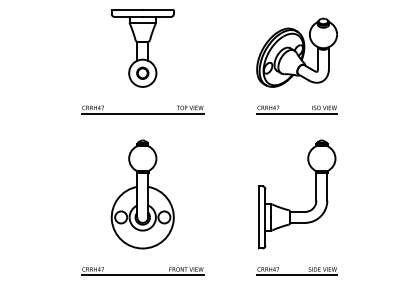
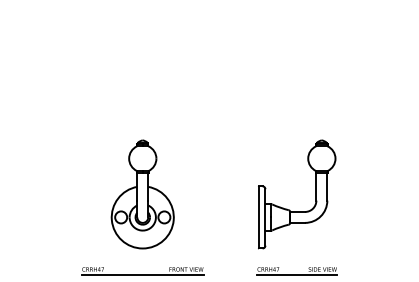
part at (142, 61): present -> none
part at (296, 65): present -> none
